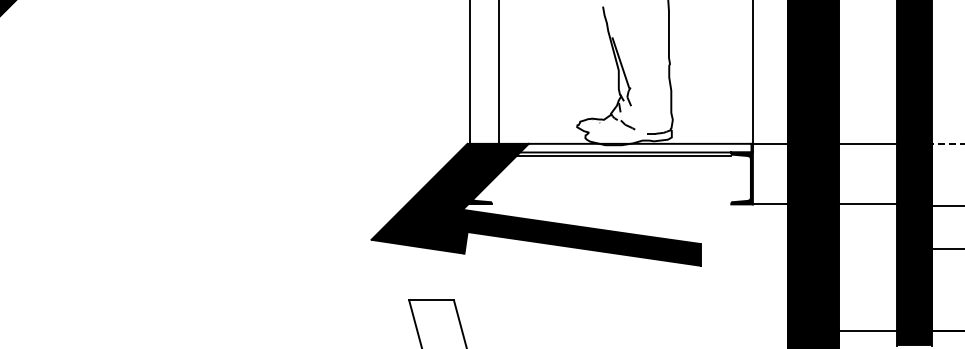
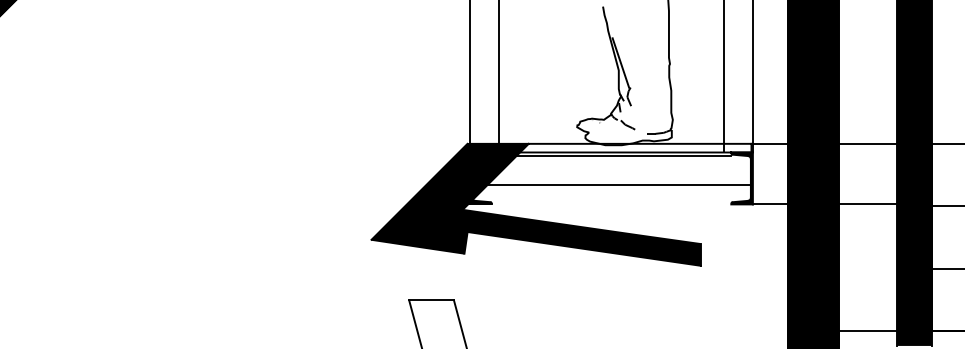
line at (724, 77): none -> present
line at (947, 143): dashed -> solid
line at (610, 184): none -> present
line at (946, 248) position: (946, 248) -> (946, 268)
